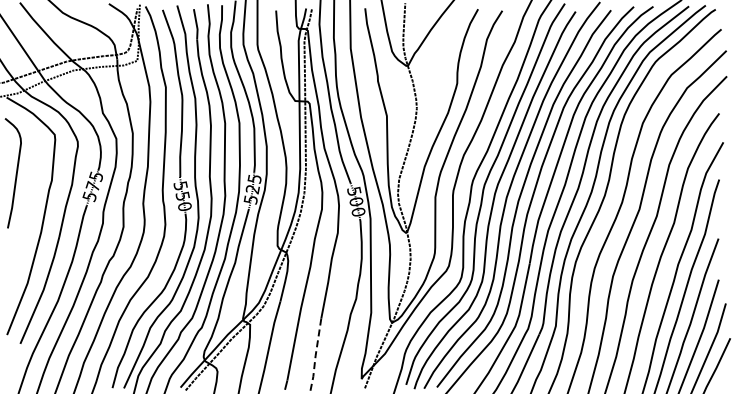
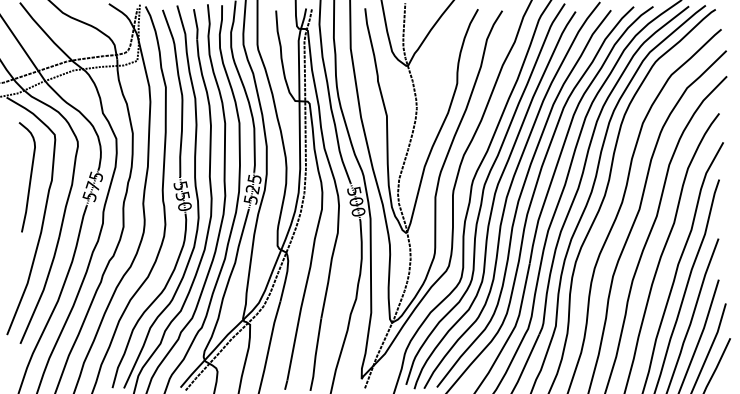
curve at (15, 173) position: (15, 173) -> (29, 177)
line at (315, 355): dashed -> solid
